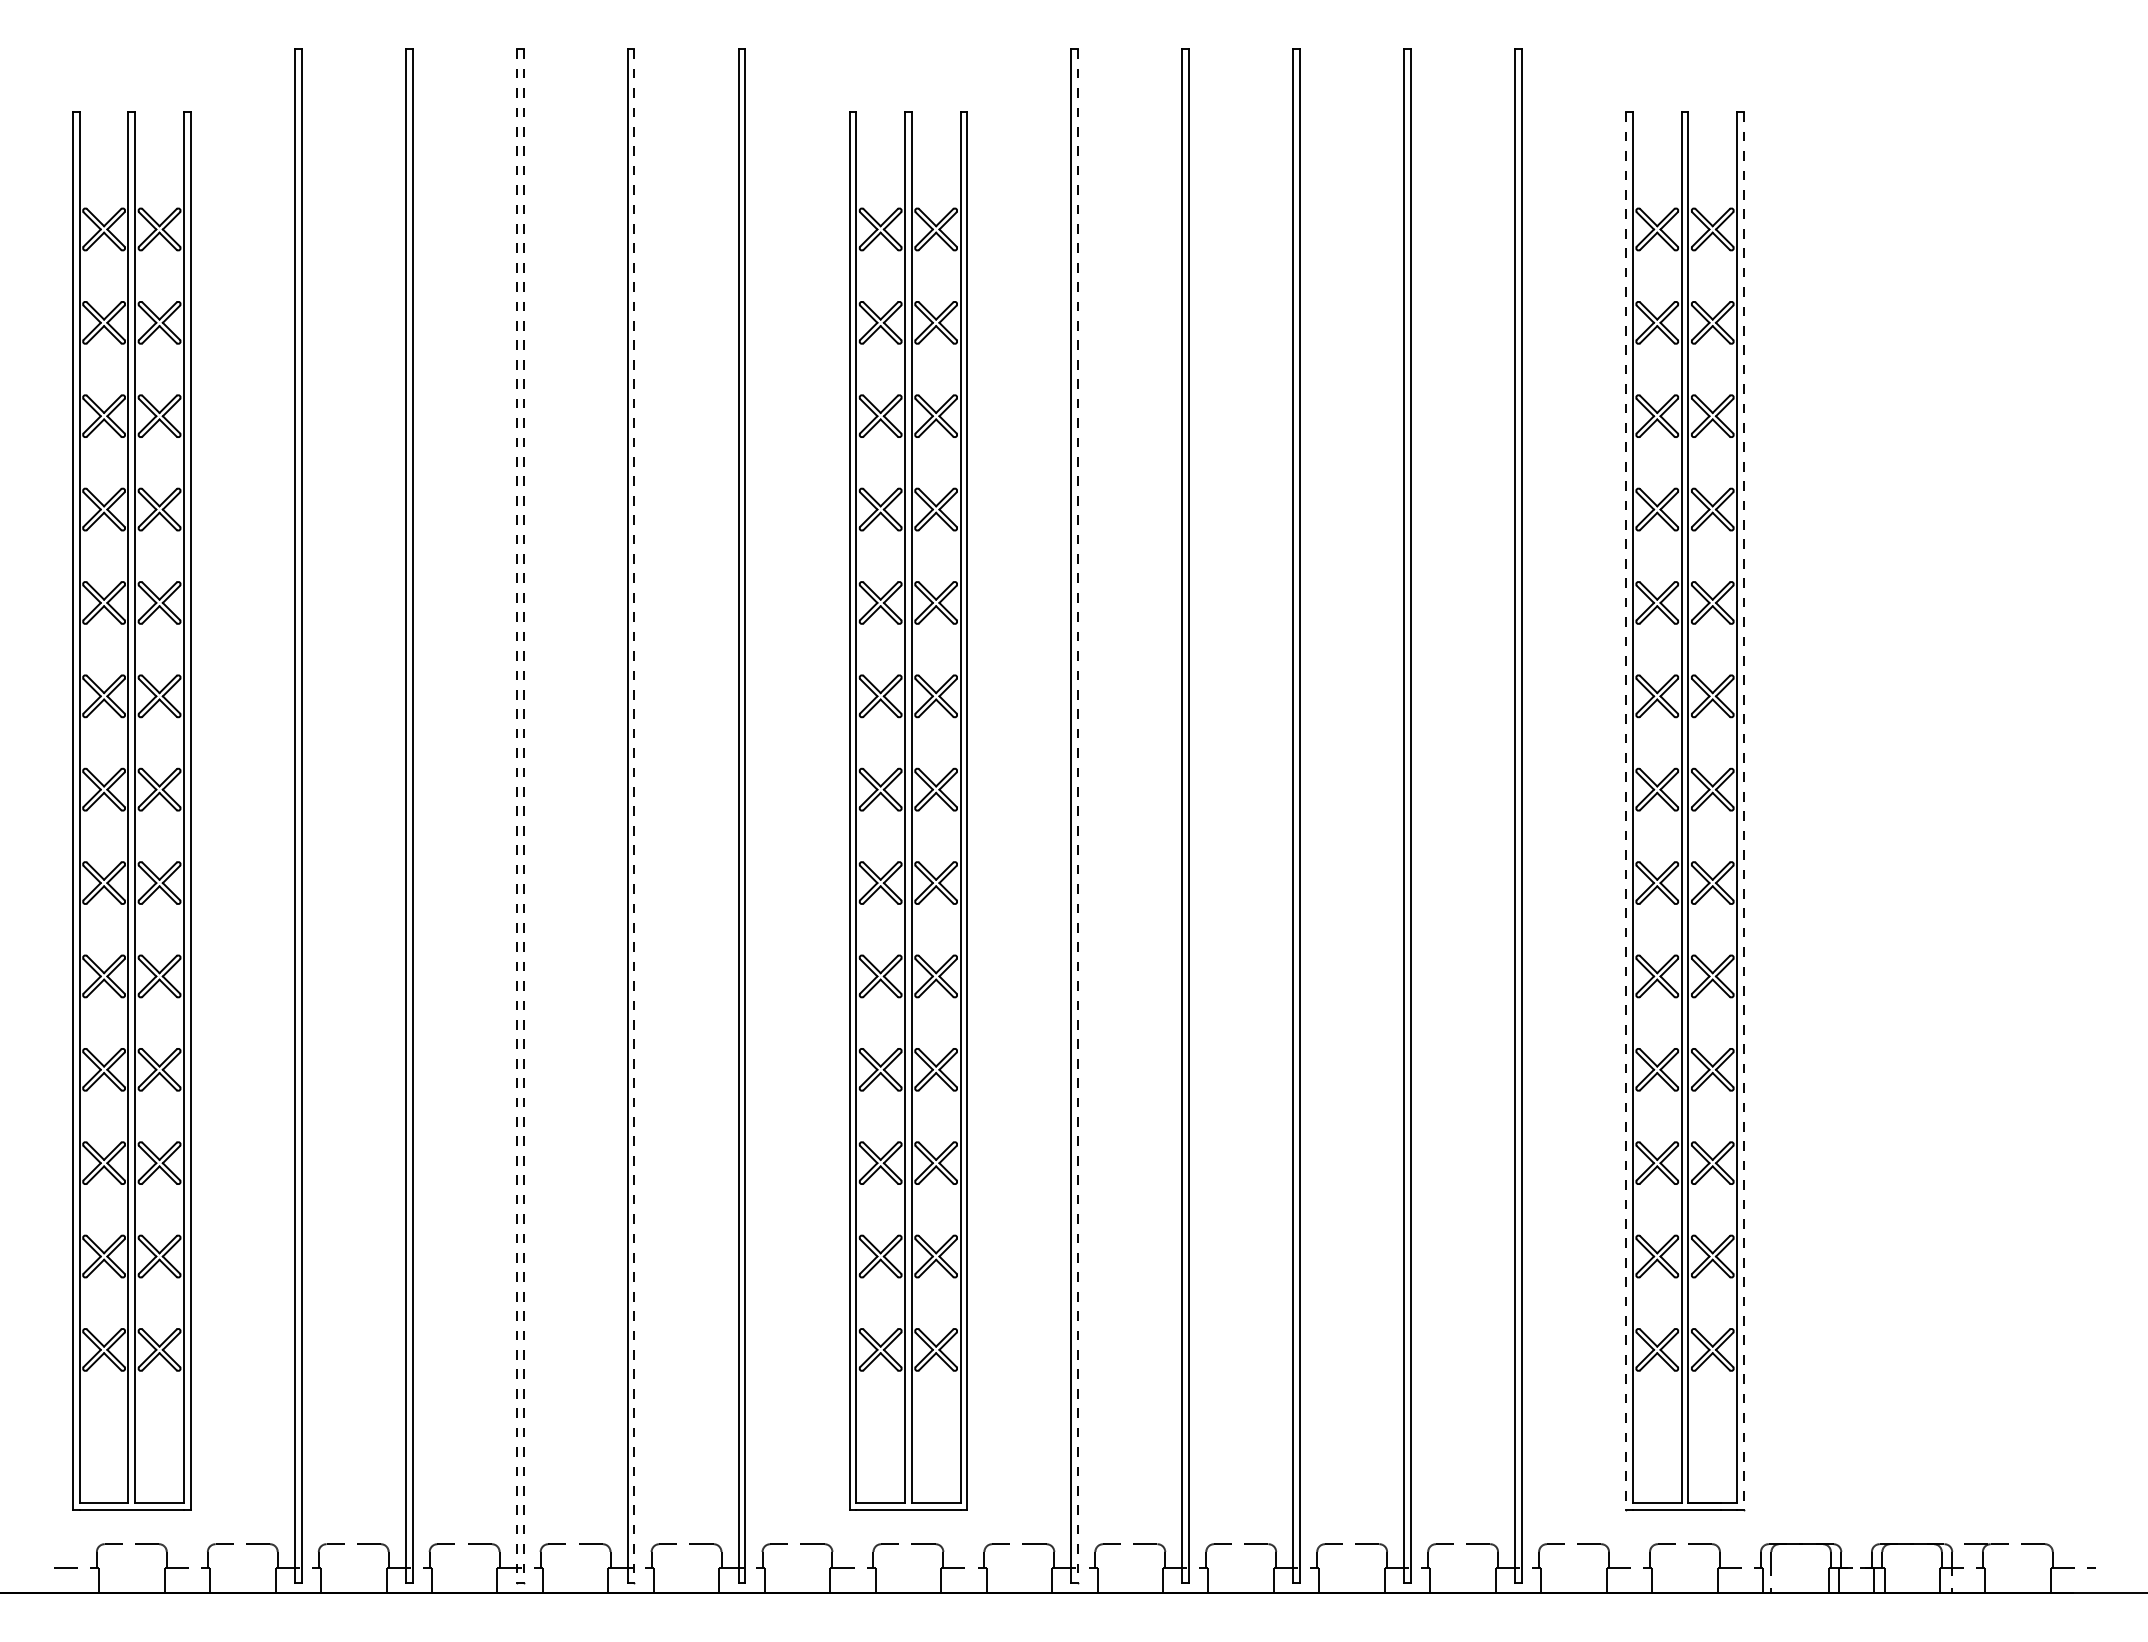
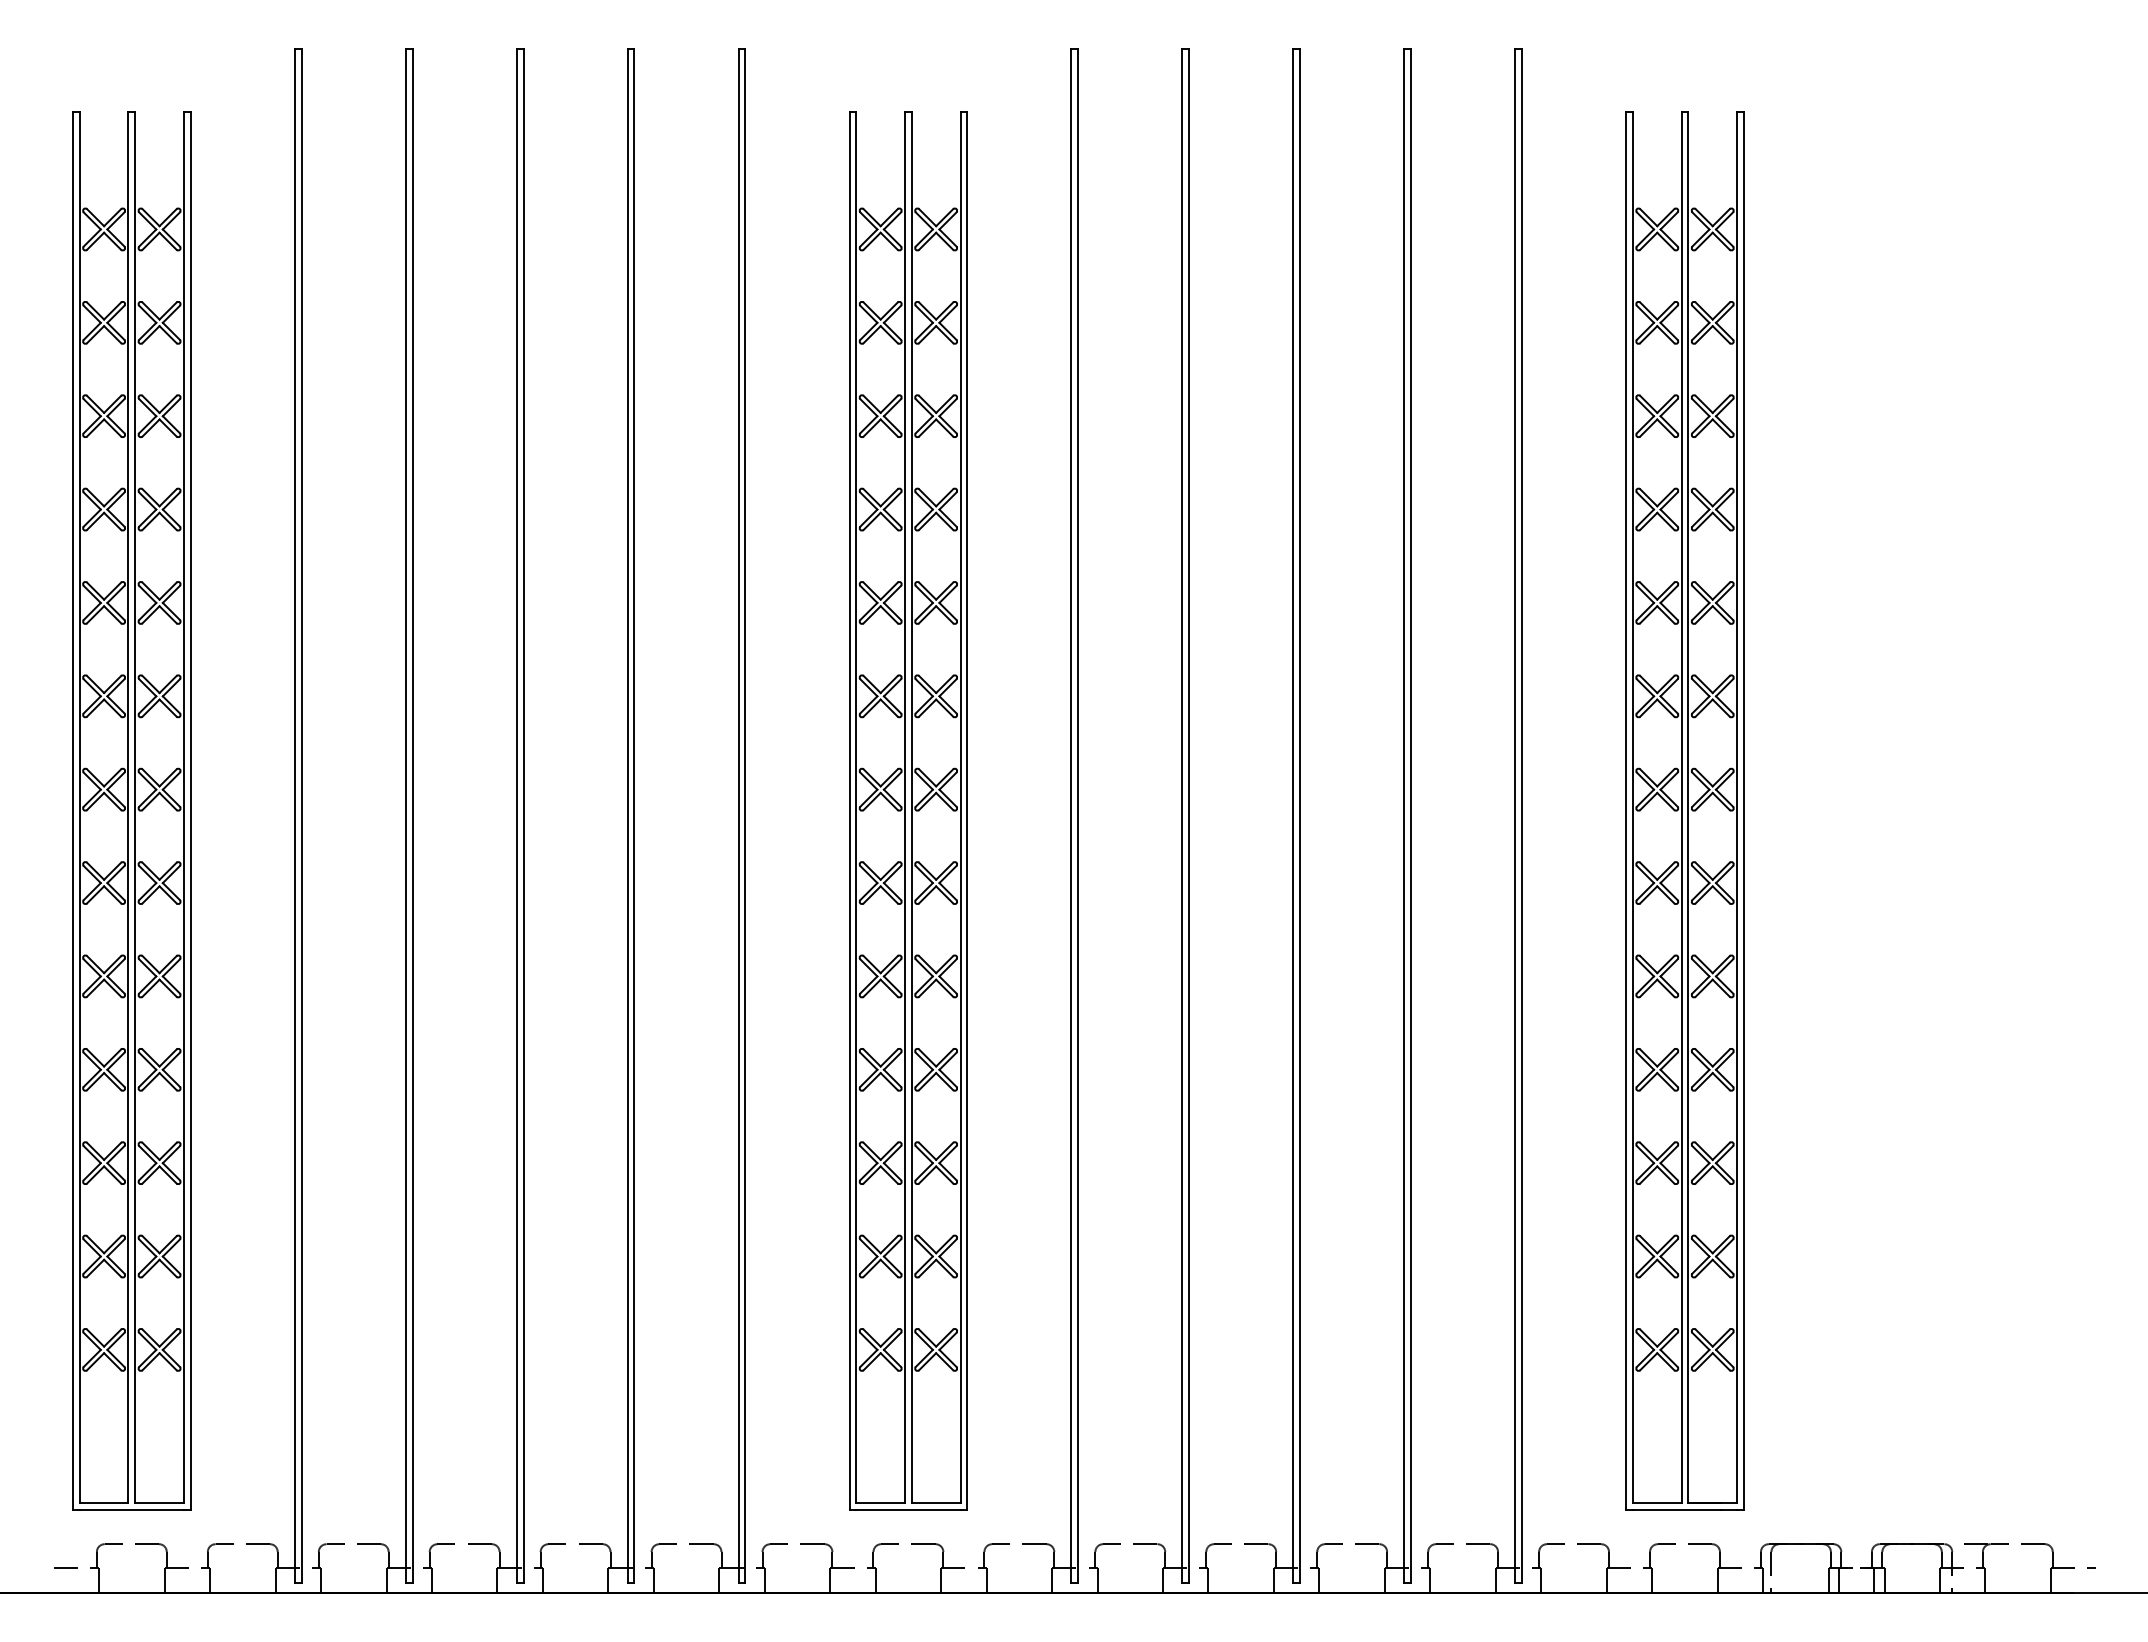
line at (1626, 811): dashed -> solid
line at (1743, 811): dashed -> solid
line at (516, 816): dashed -> solid
line at (523, 816): dashed -> solid
line at (634, 816): dashed -> solid
line at (1078, 816): dashed -> solid
